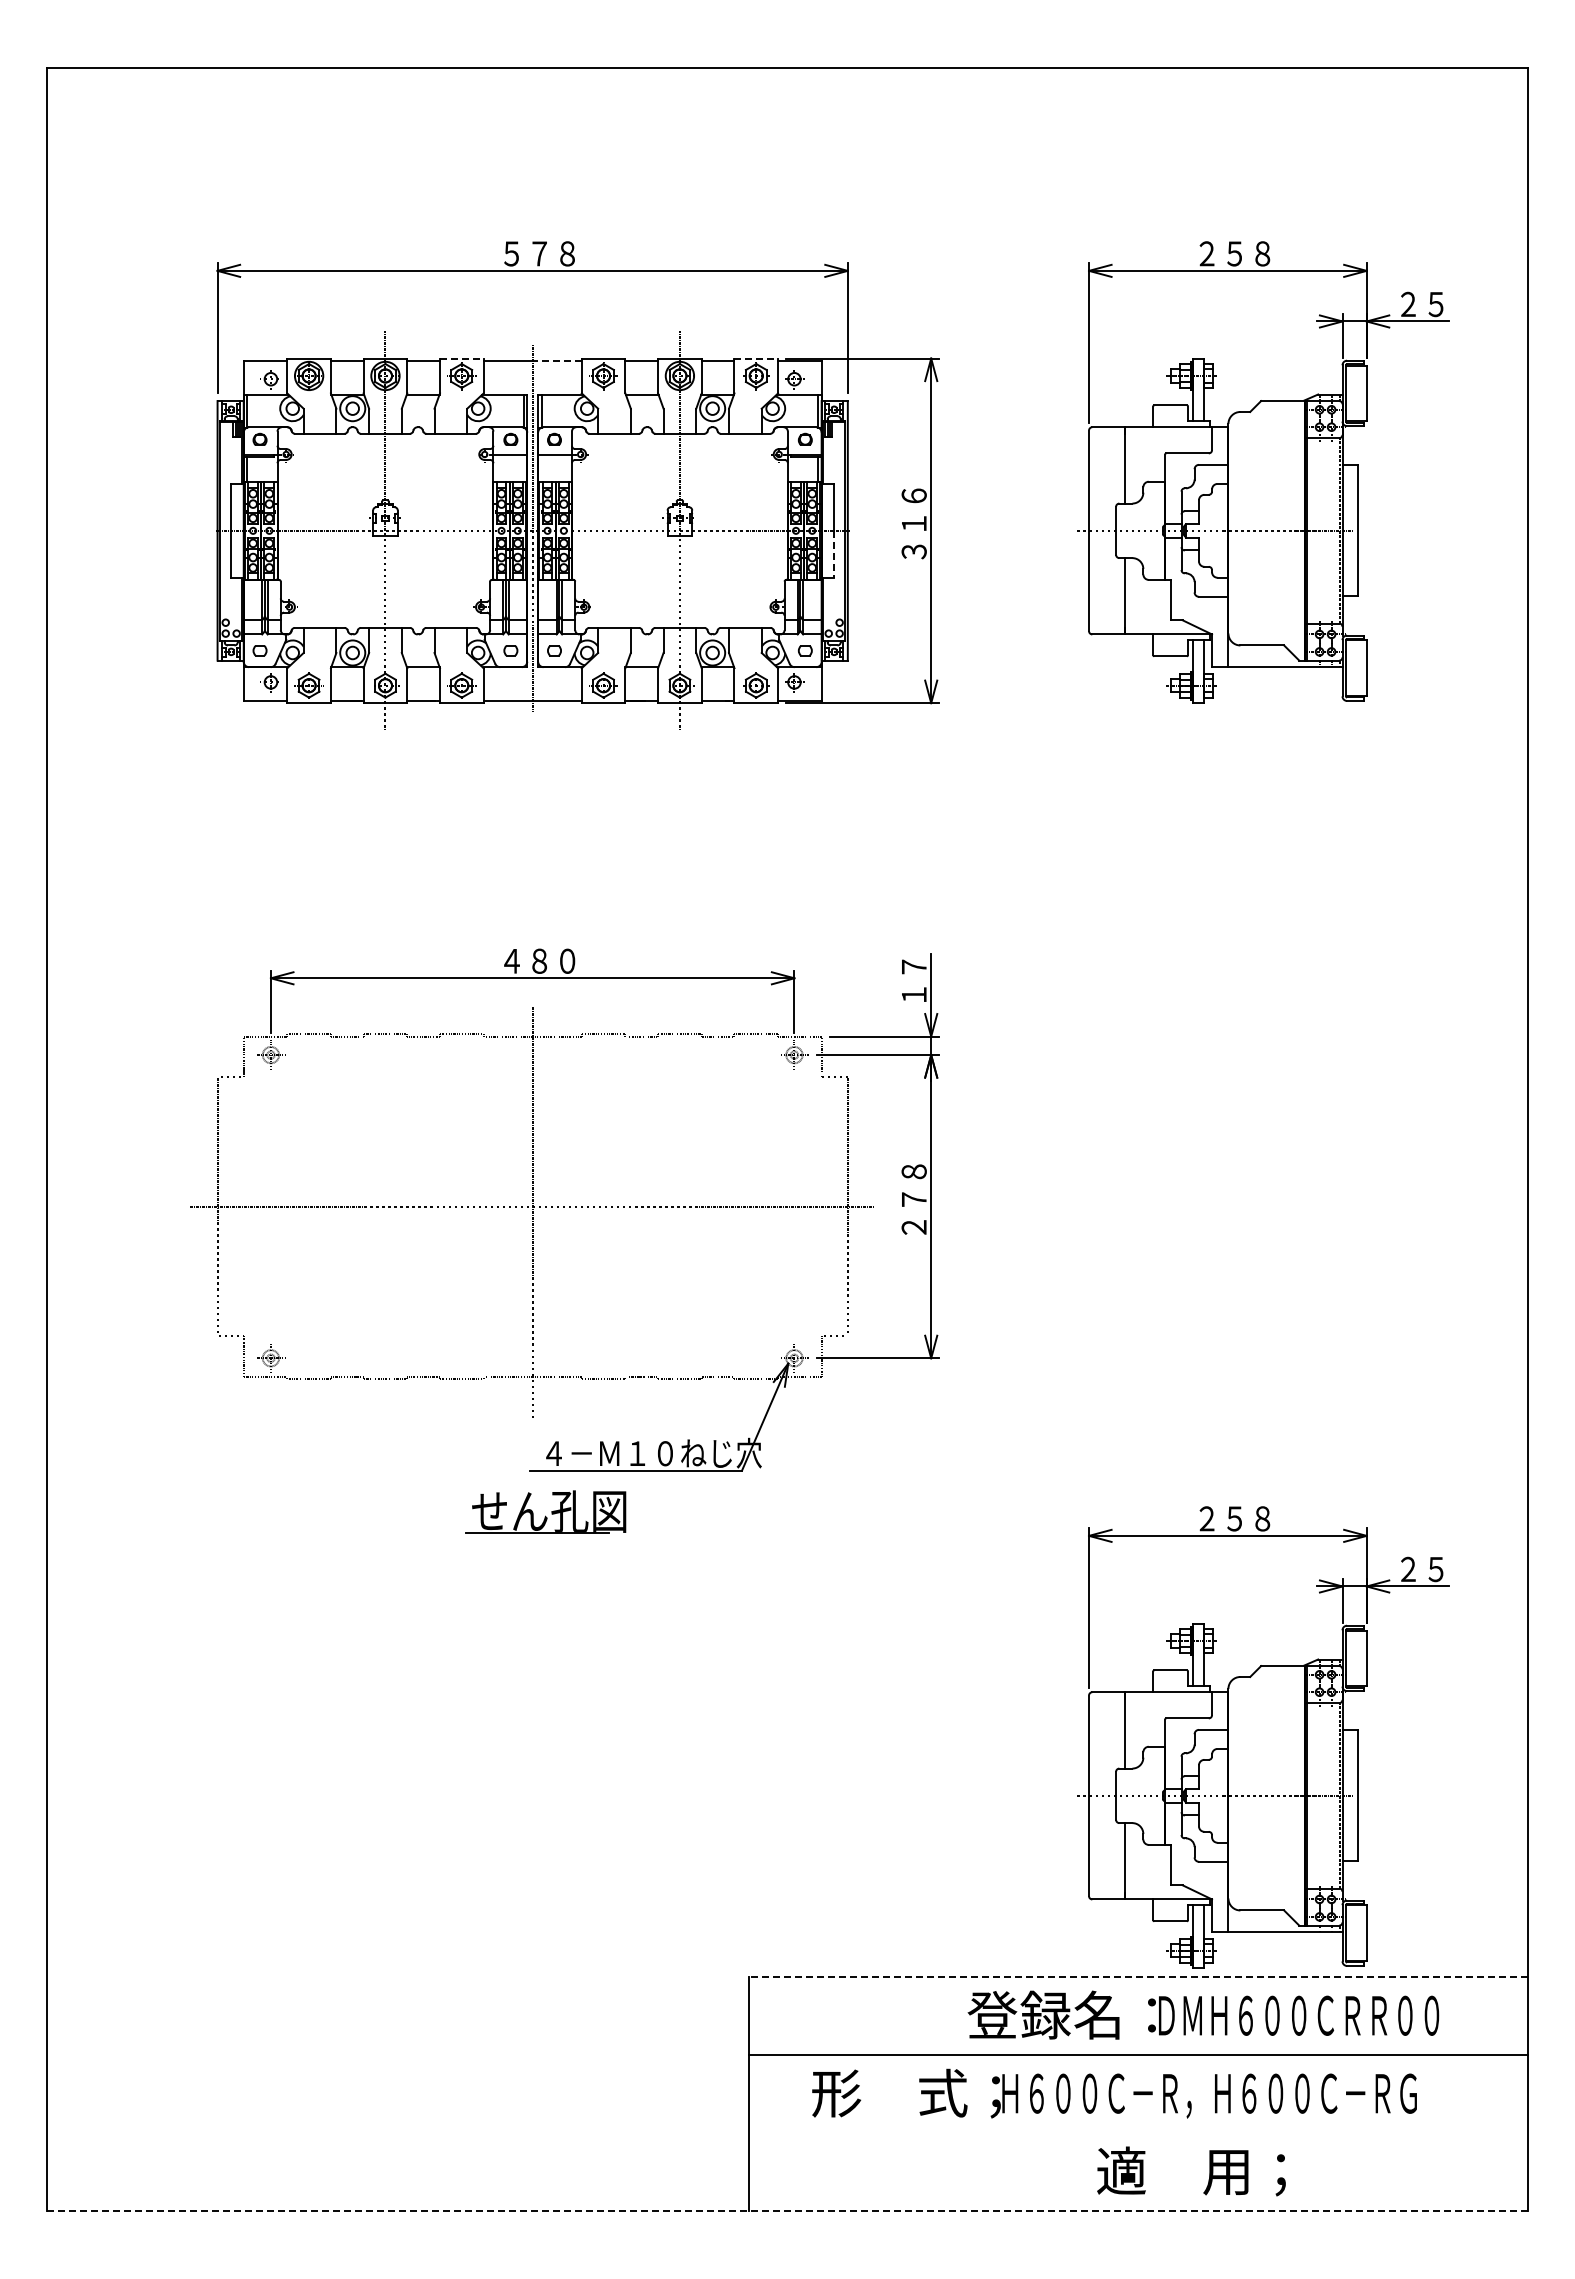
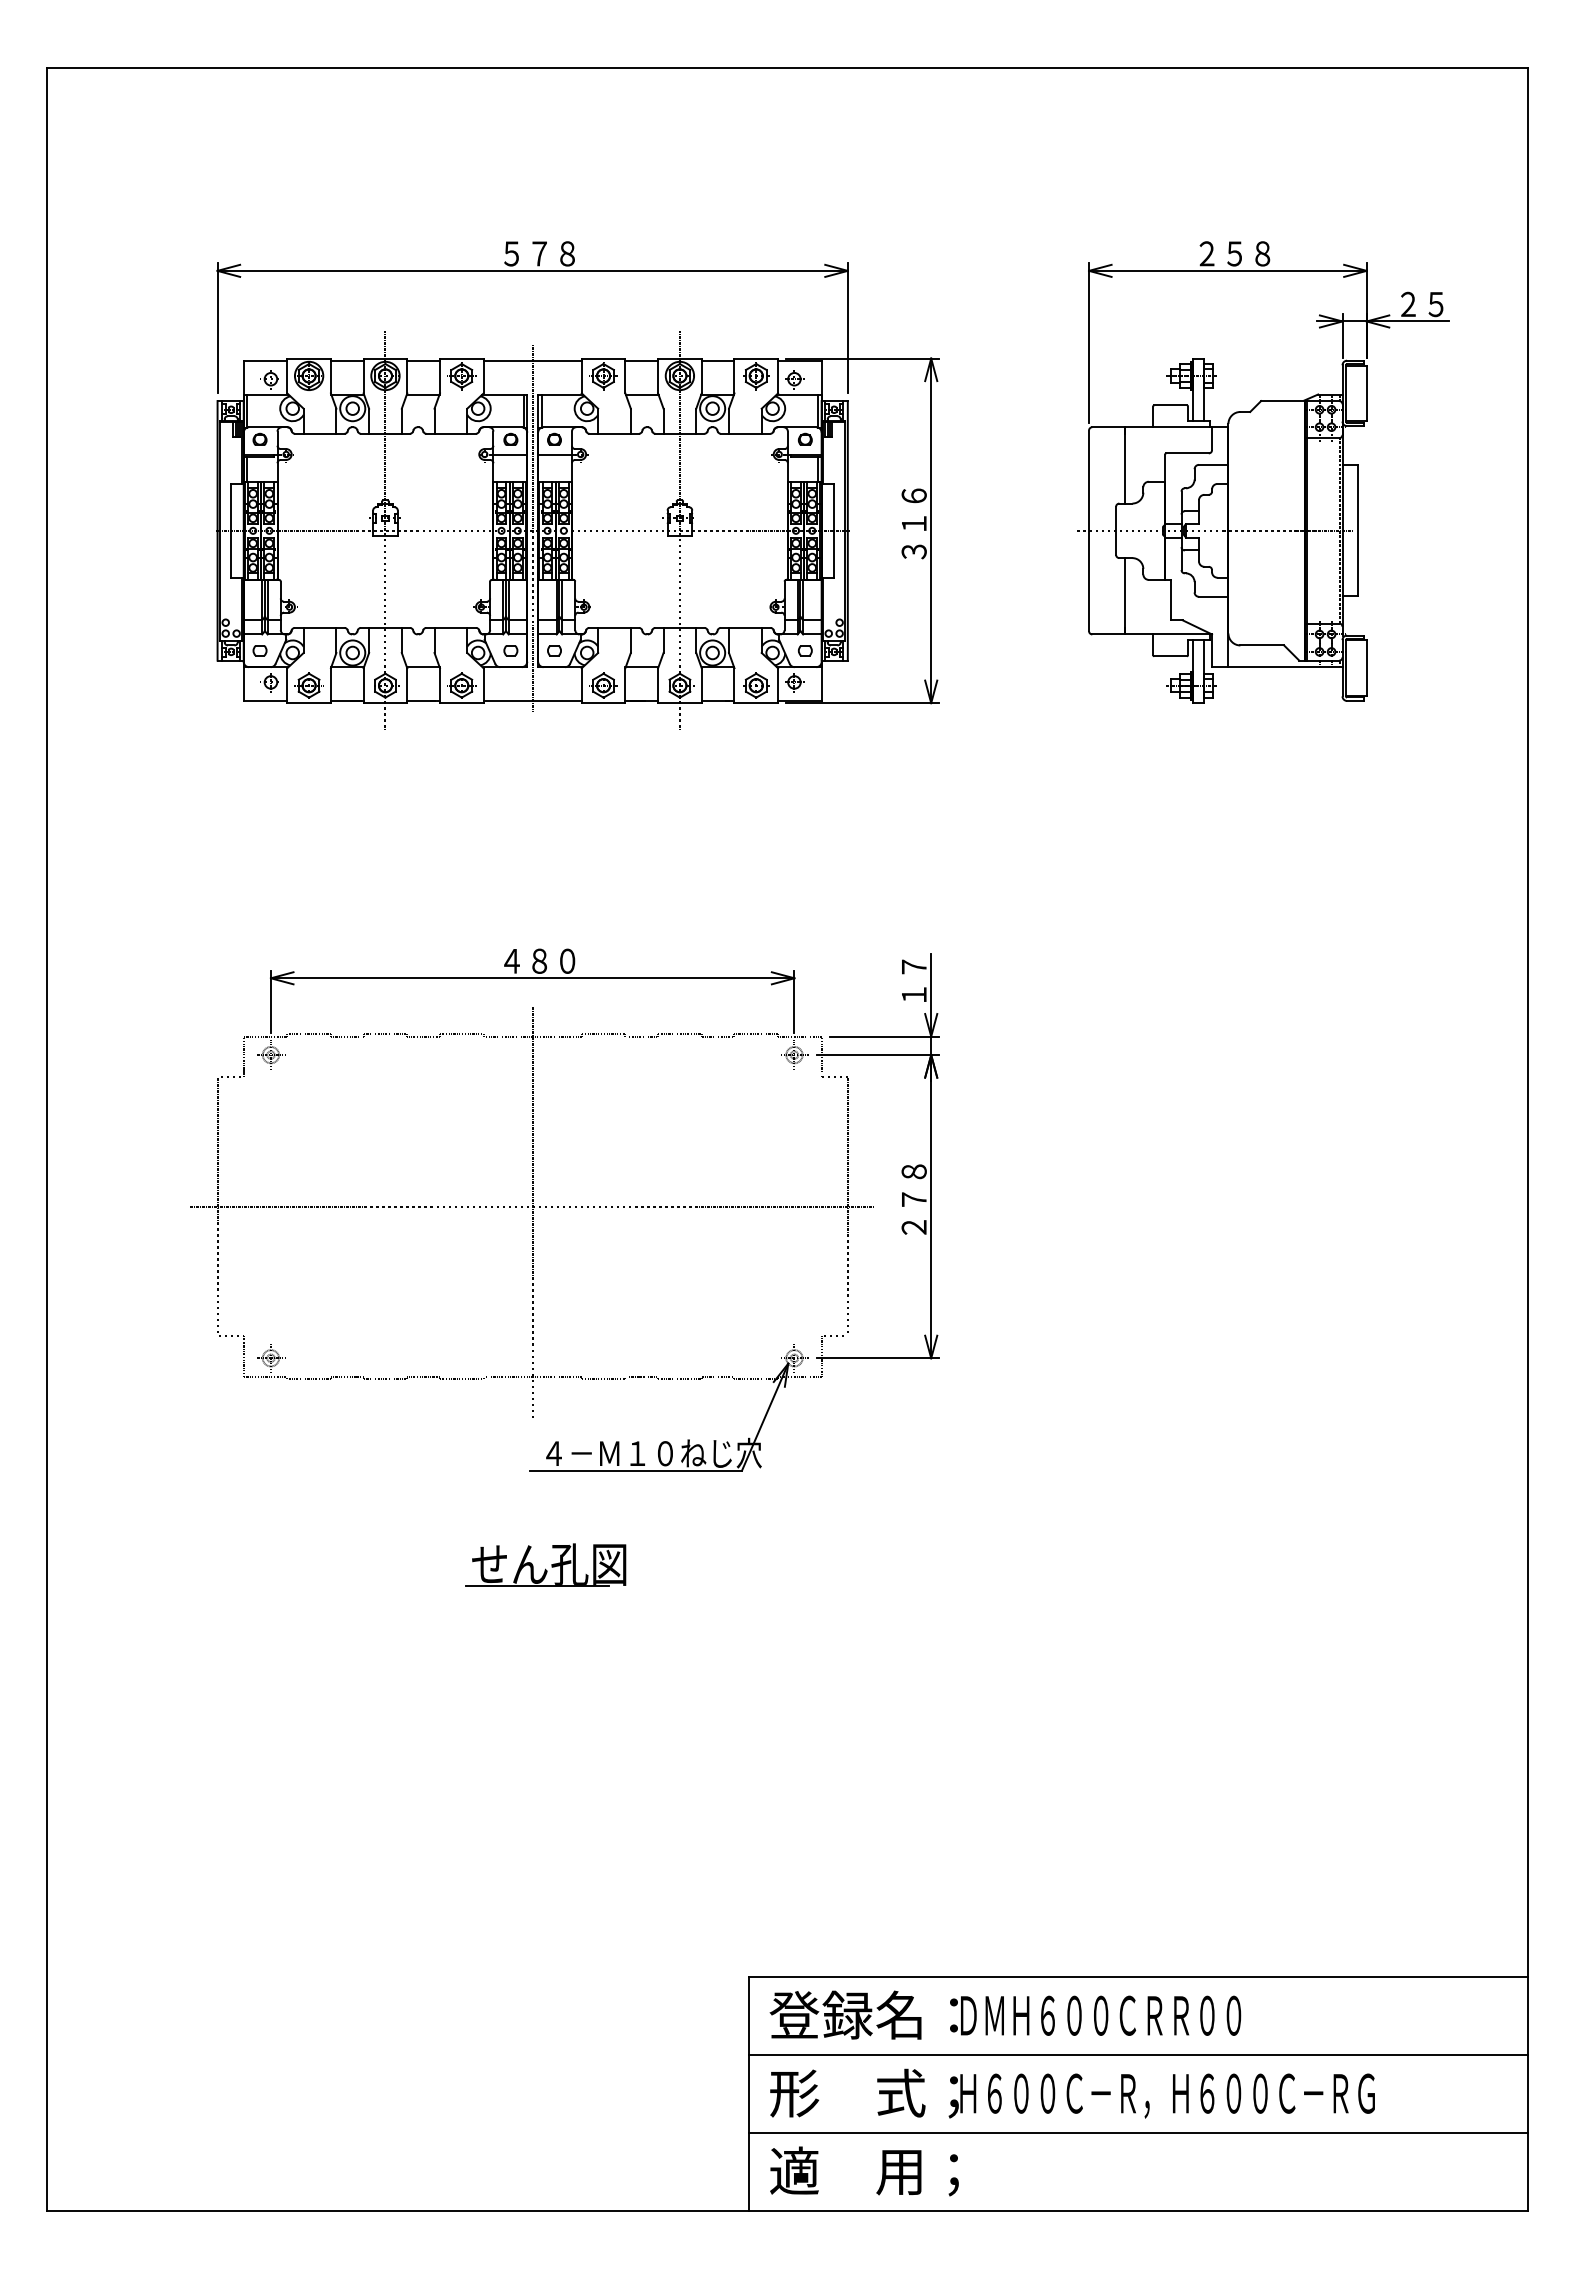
line at (461, 358): dashed -> solid
line at (756, 358): dashed -> solid
line at (557, 360): dashed -> solid
line at (834, 554): dashed -> solid
part at (545, 1511) position: (545, 1511) -> (545, 1564)
part at (1263, 1737): present -> none
line at (1138, 1976): dashed -> solid
text at (1203, 2014) position: (1203, 2014) -> (1005, 2014)
text at (1114, 2093) position: (1114, 2093) -> (1072, 2093)
line at (1137, 2132): none -> present
text at (1191, 2171) position: (1191, 2171) -> (864, 2171)
line at (787, 2210): dashed -> solid
